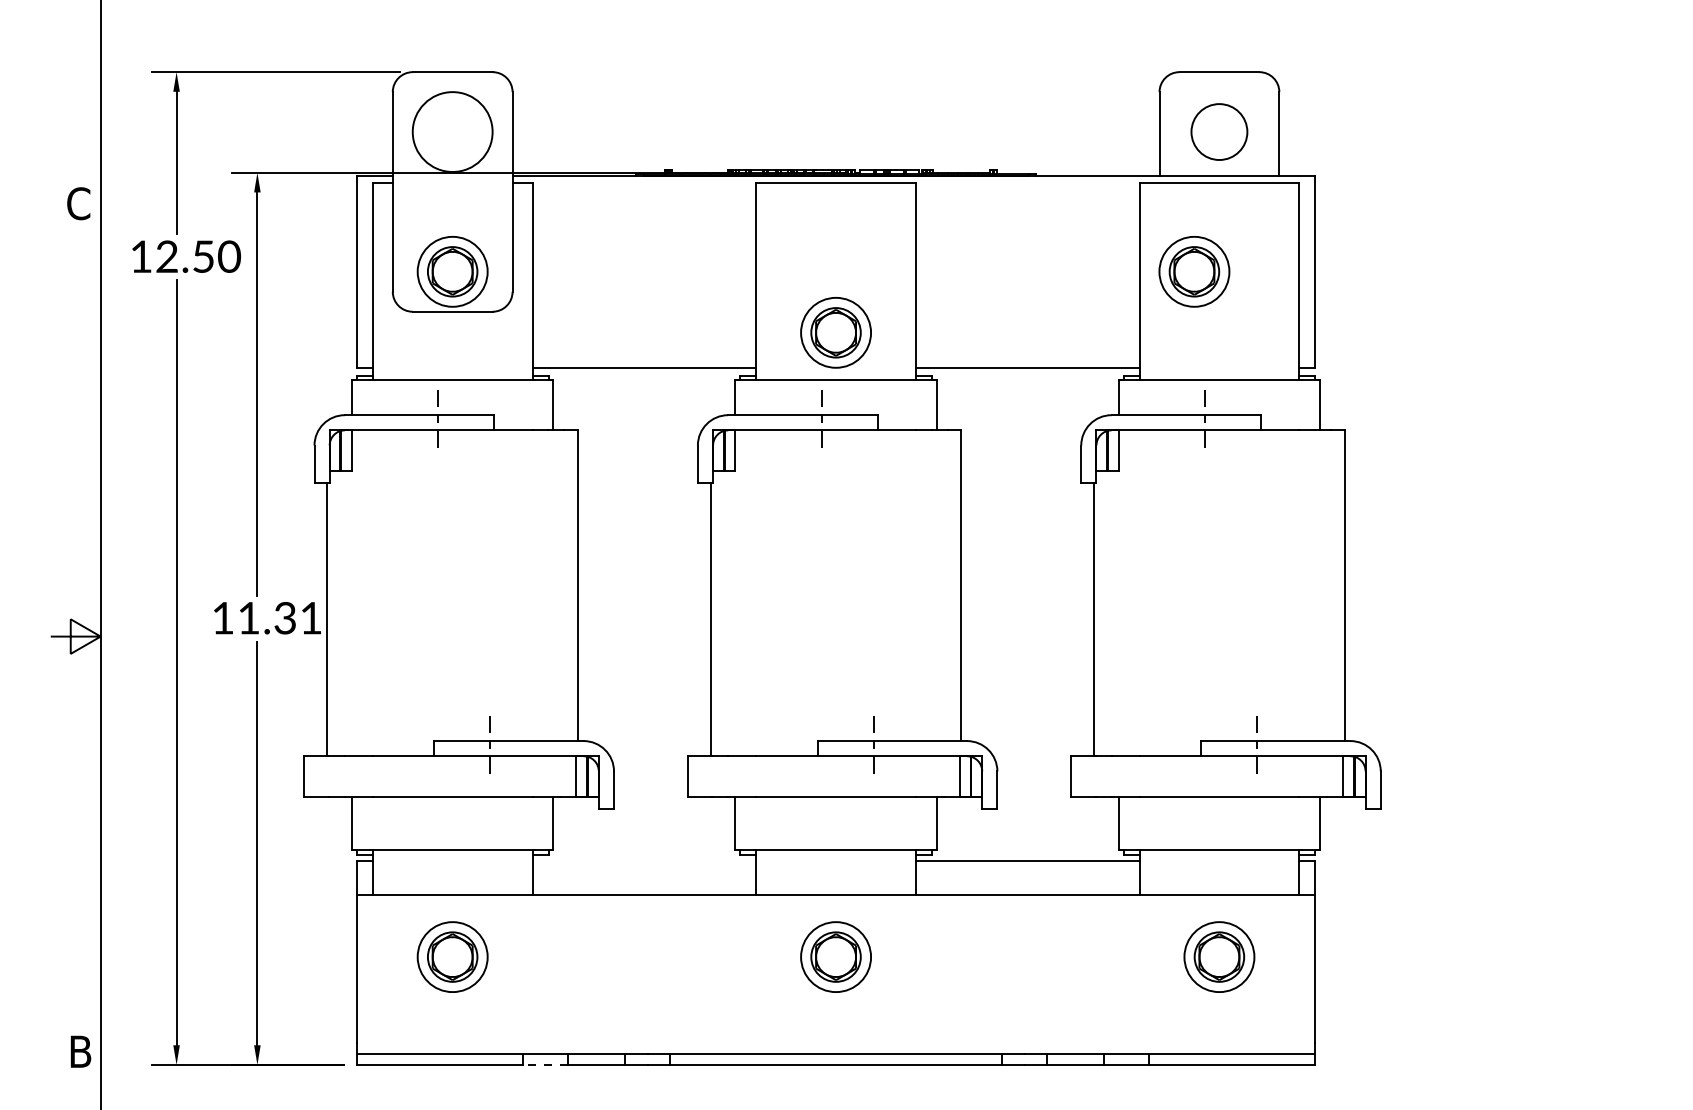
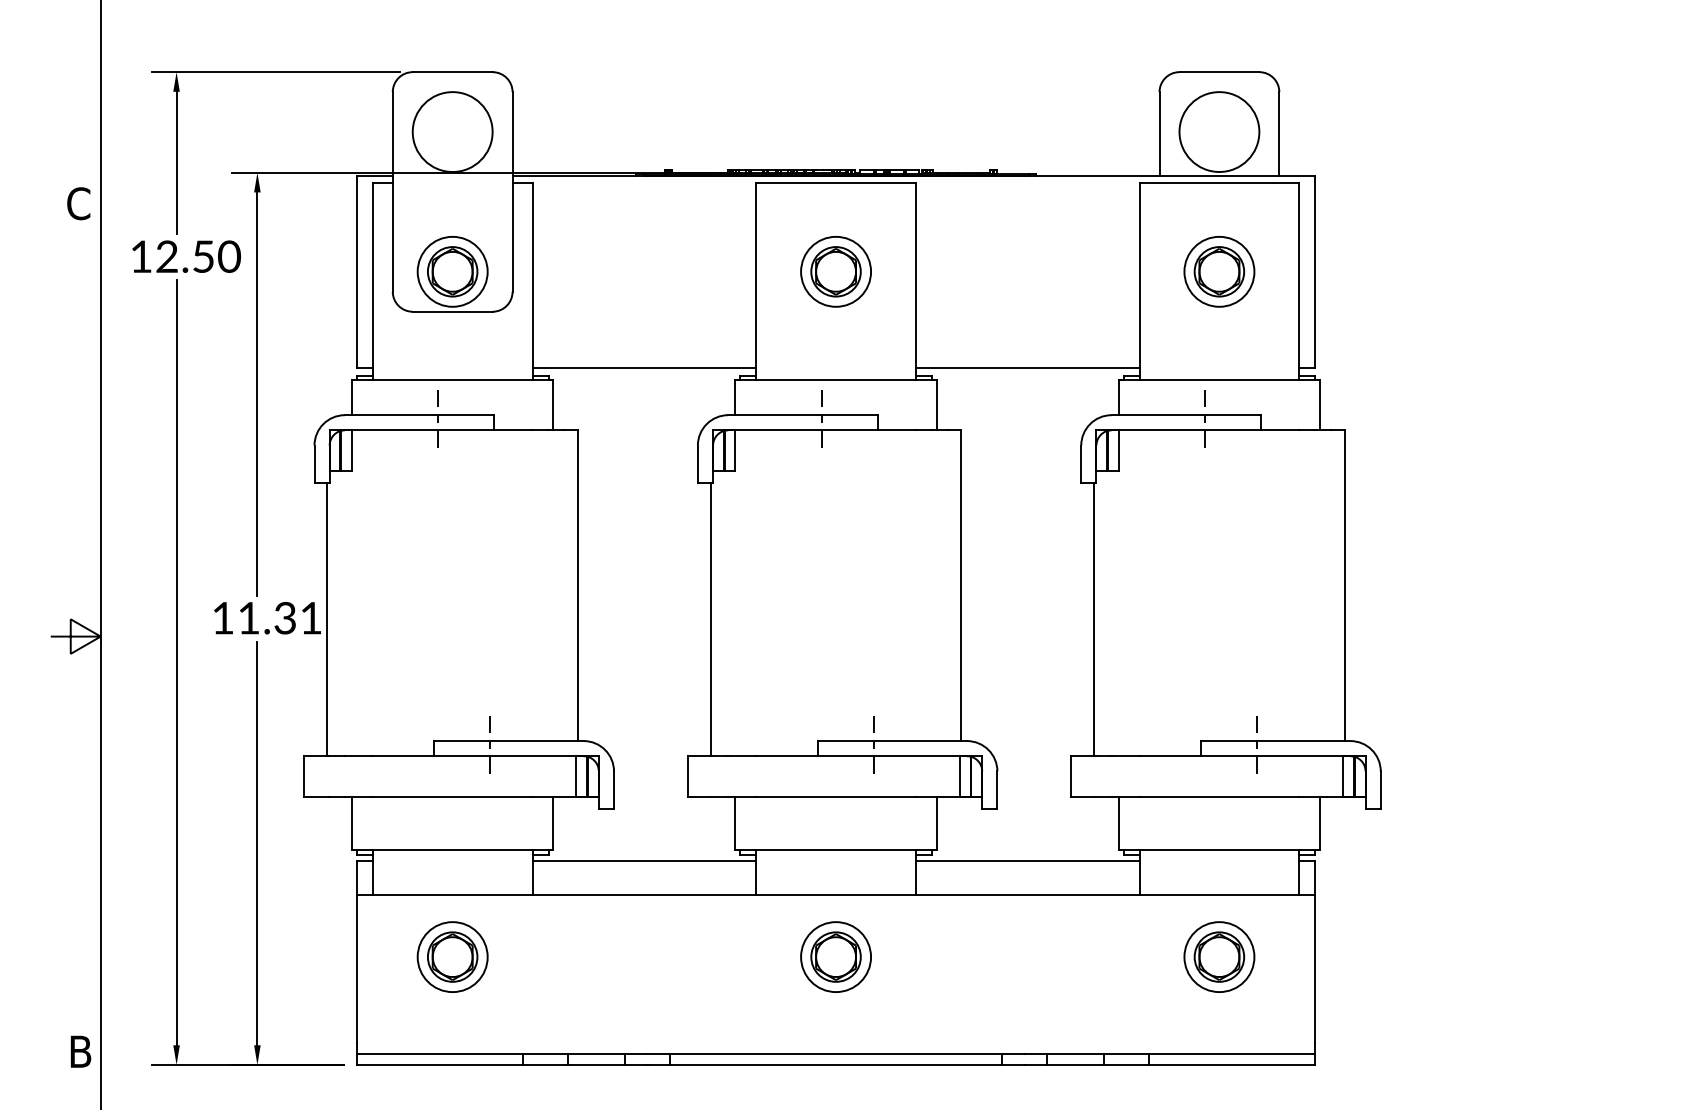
circle at (1219, 132) diameter: 56 px -> 80 px
part at (1194, 271) position: (1194, 271) -> (1219, 271)
part at (835, 332) position: (835, 332) -> (835, 271)
line at (644, 861): none -> present
line at (544, 1064): dashed -> solid
